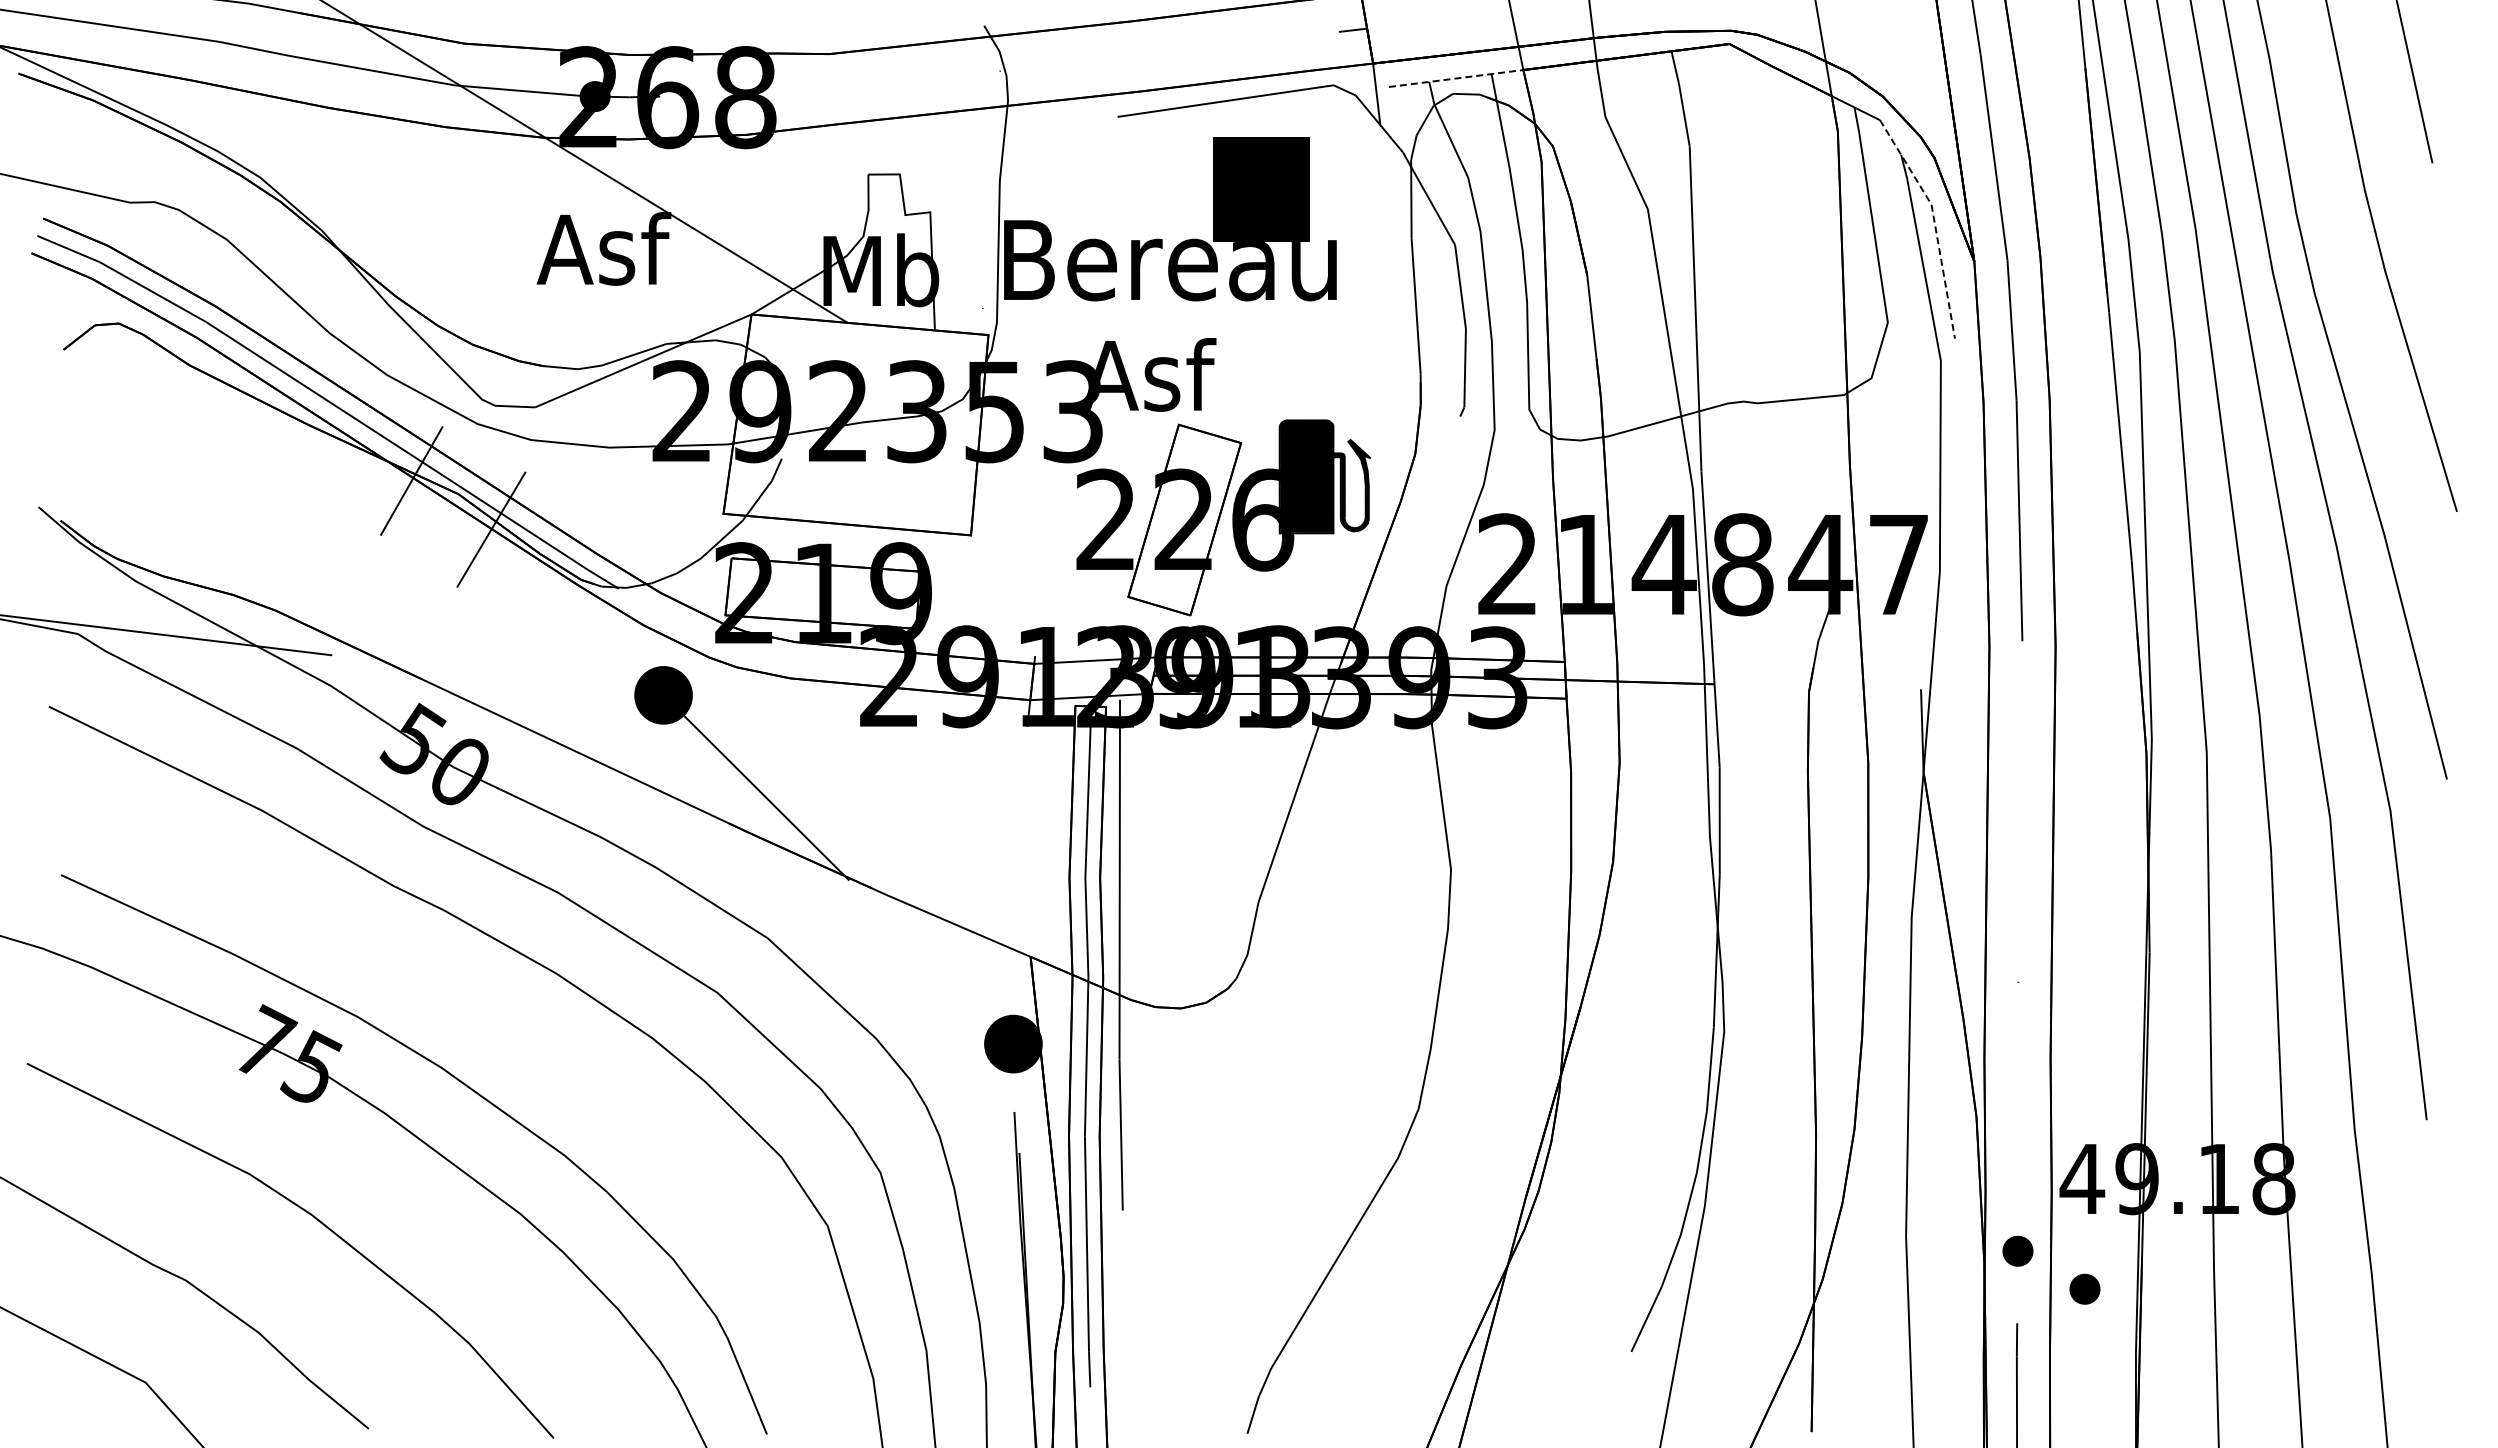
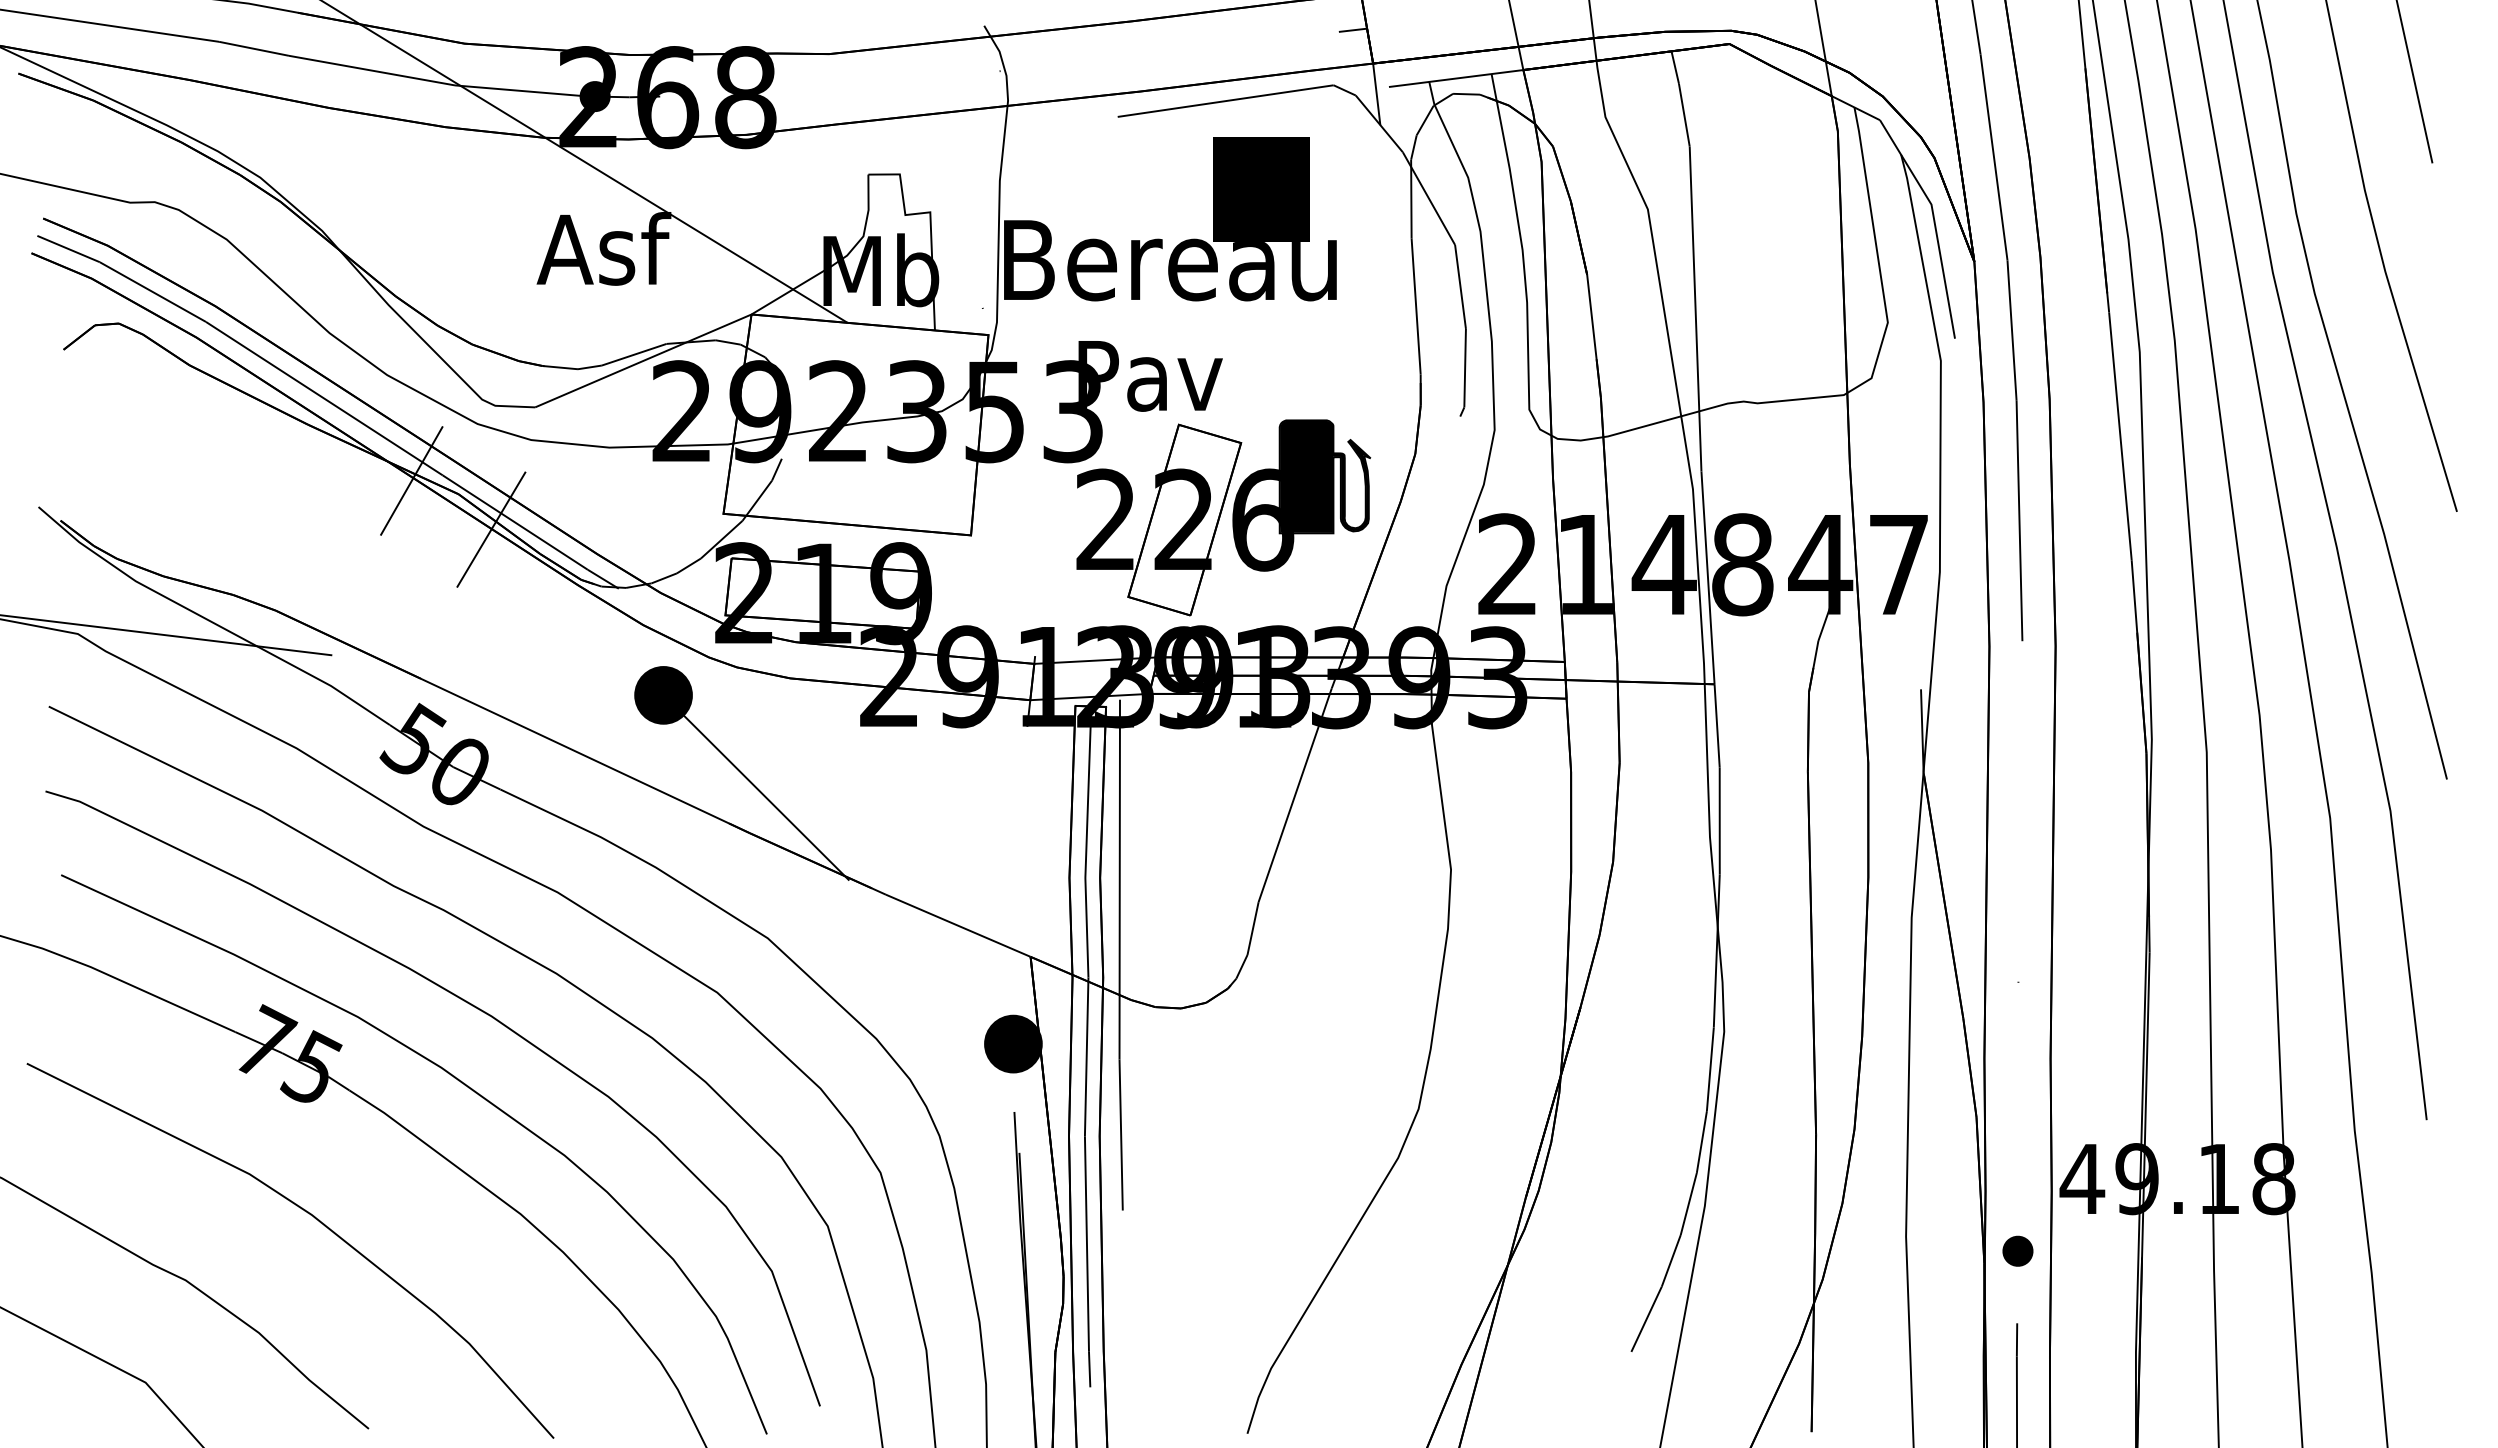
line at (1456, 78): dashed -> solid
line at (1934, 223): dashed -> solid
text at (1150, 374): Asf -> Pav
curve at (482, 1012): none -> present
part at (2084, 1288): present -> none
